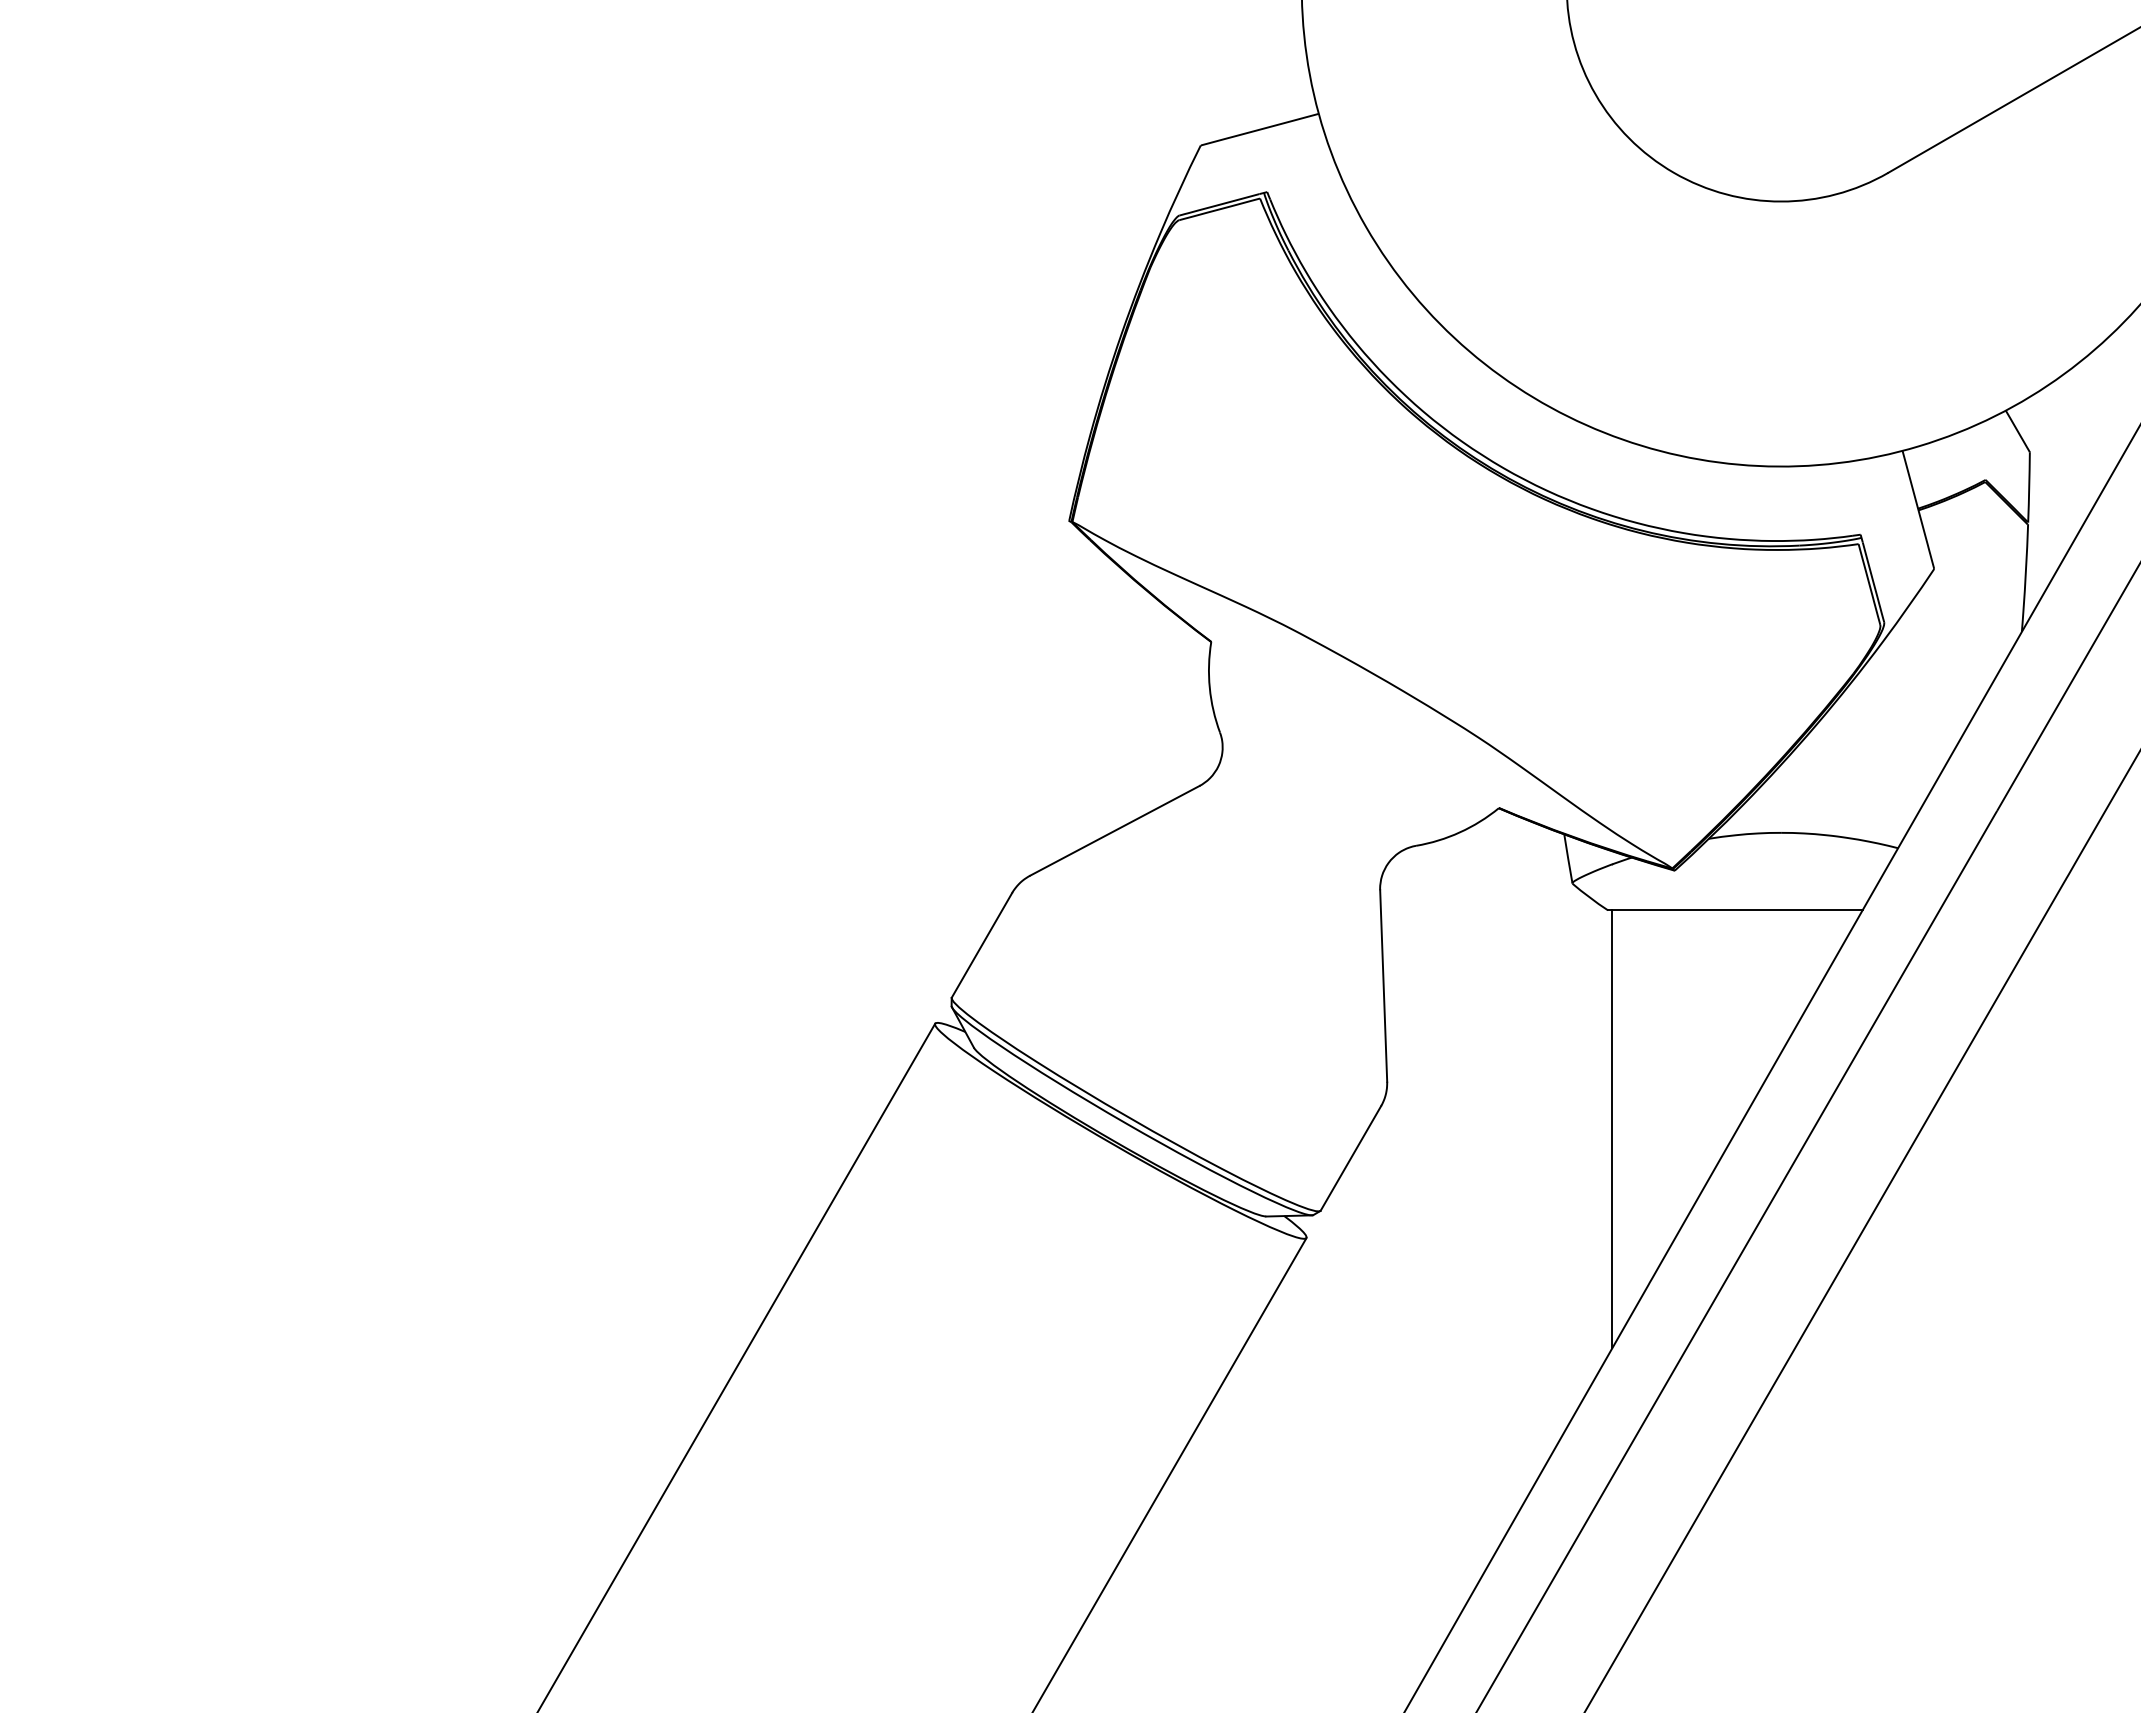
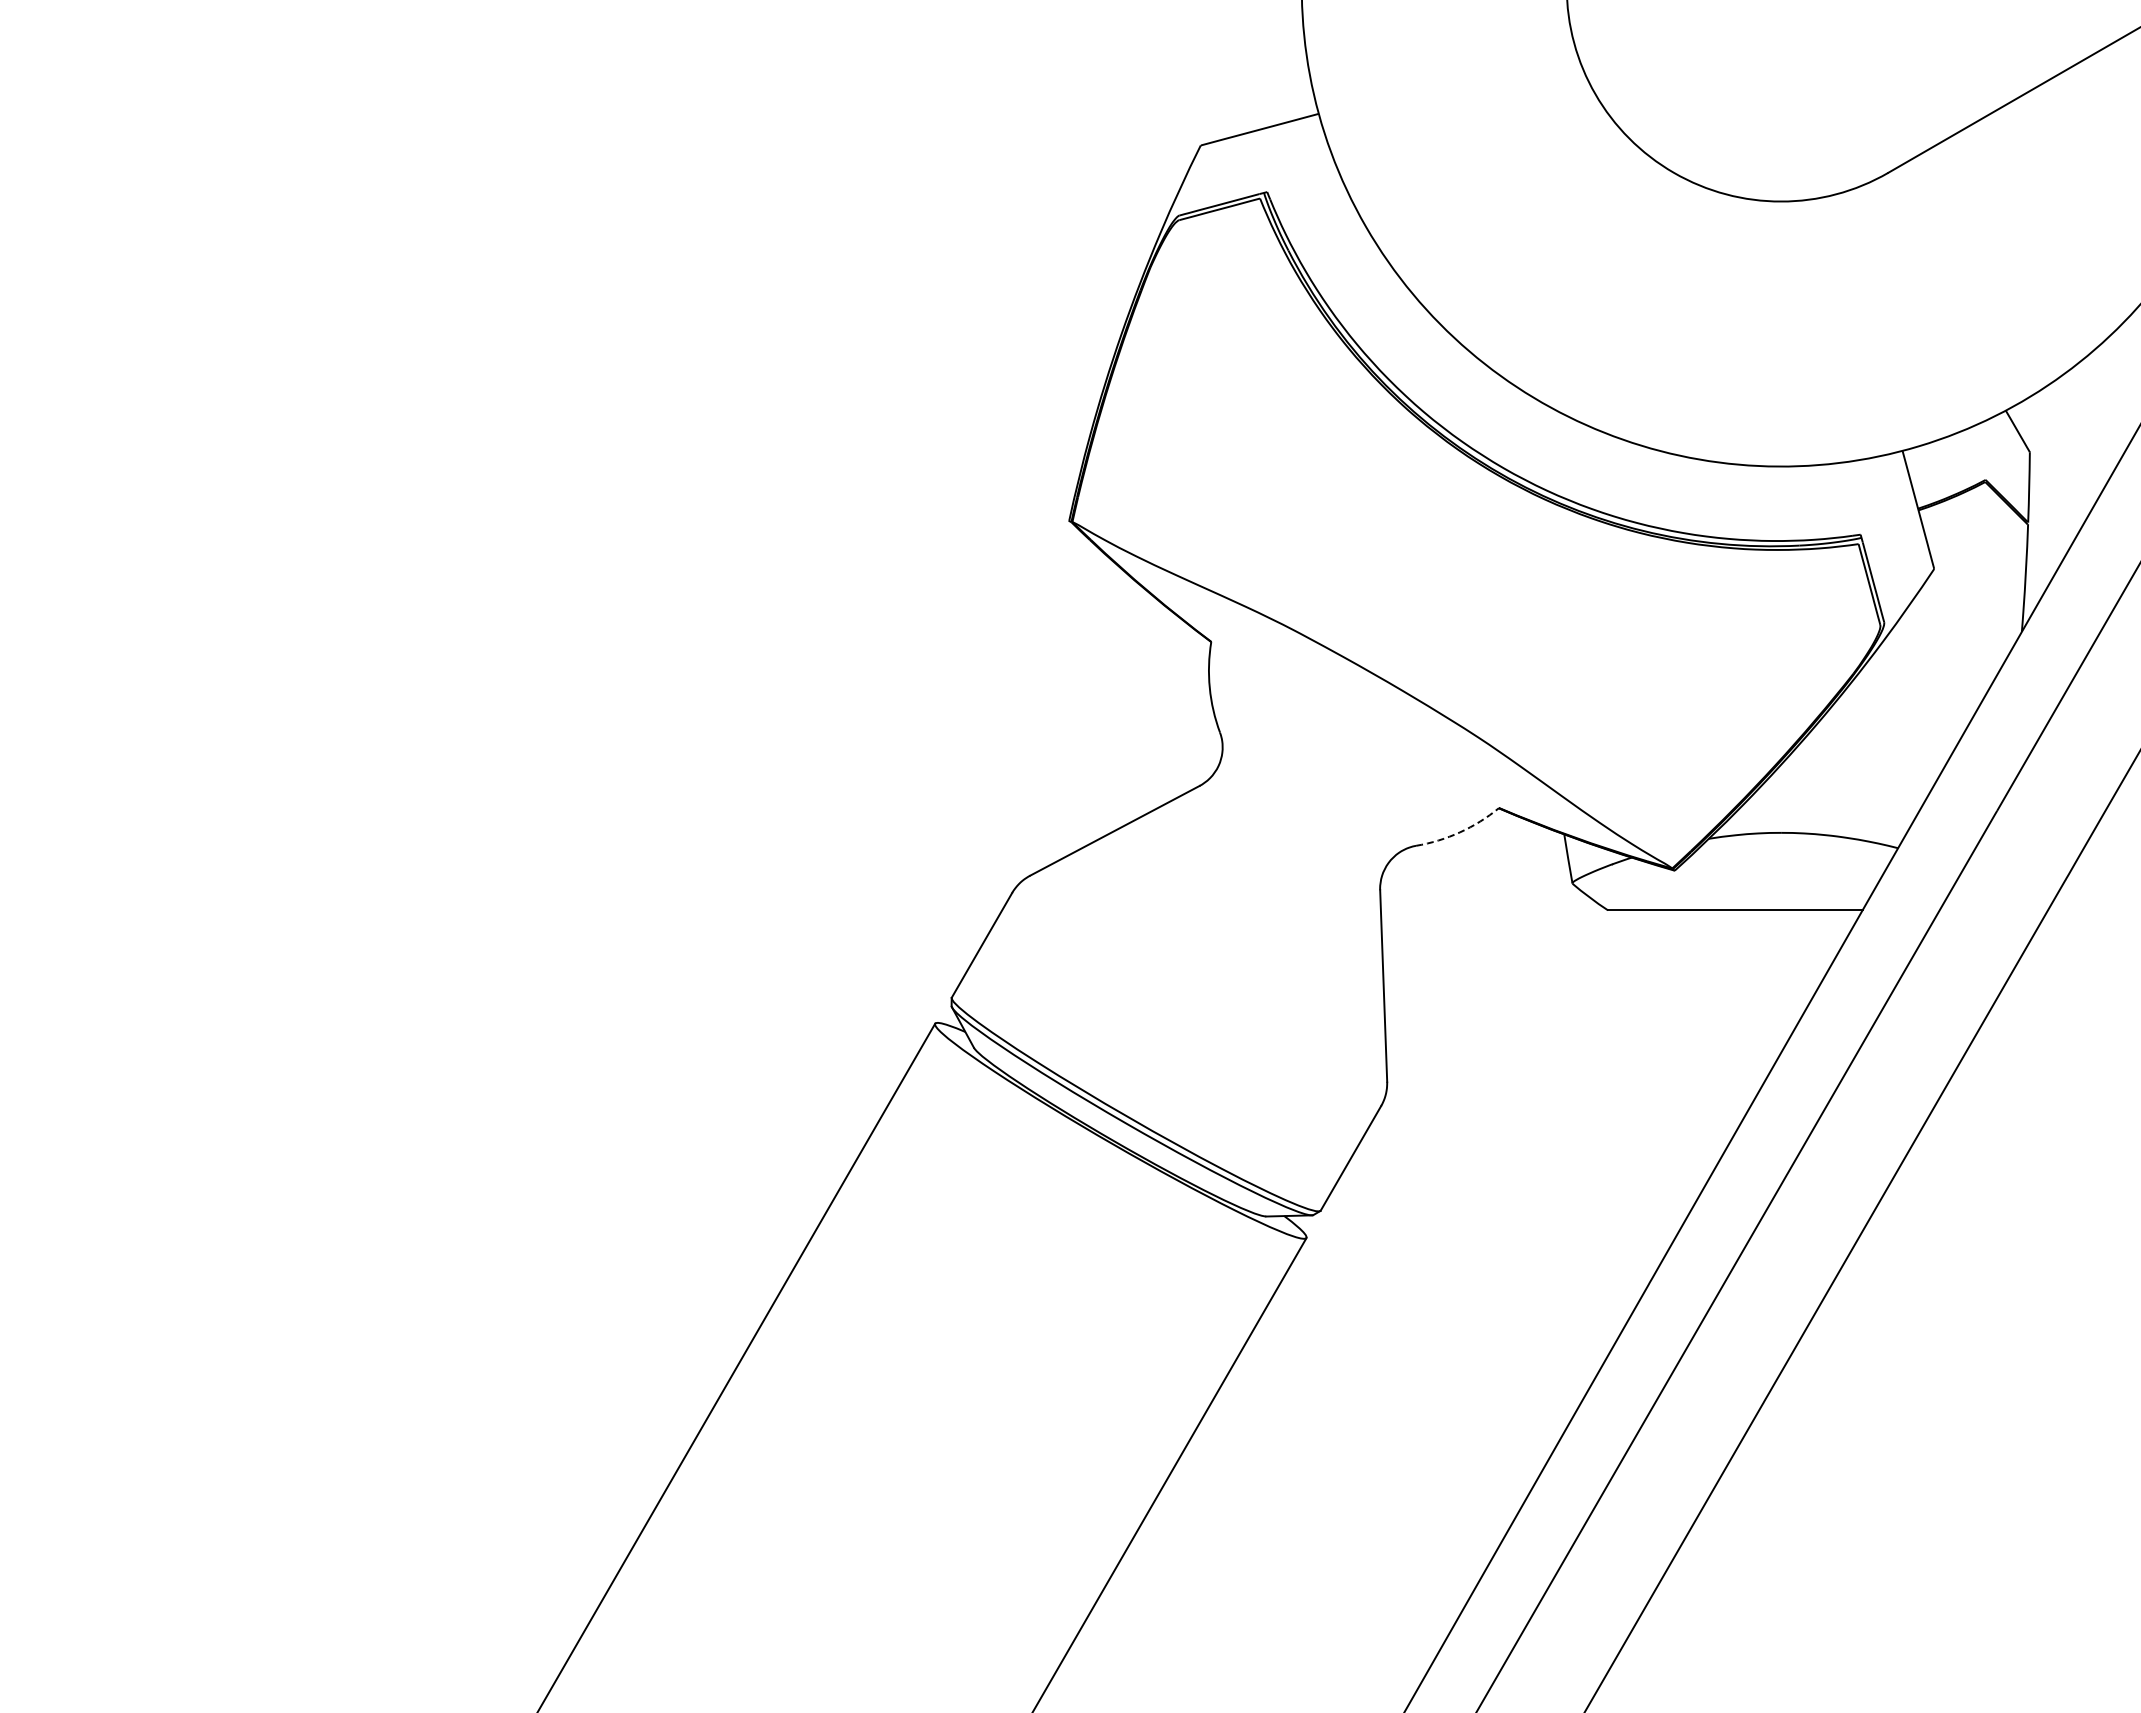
arc at (1459, 832): solid -> dashed
line at (1612, 1128): present -> none
